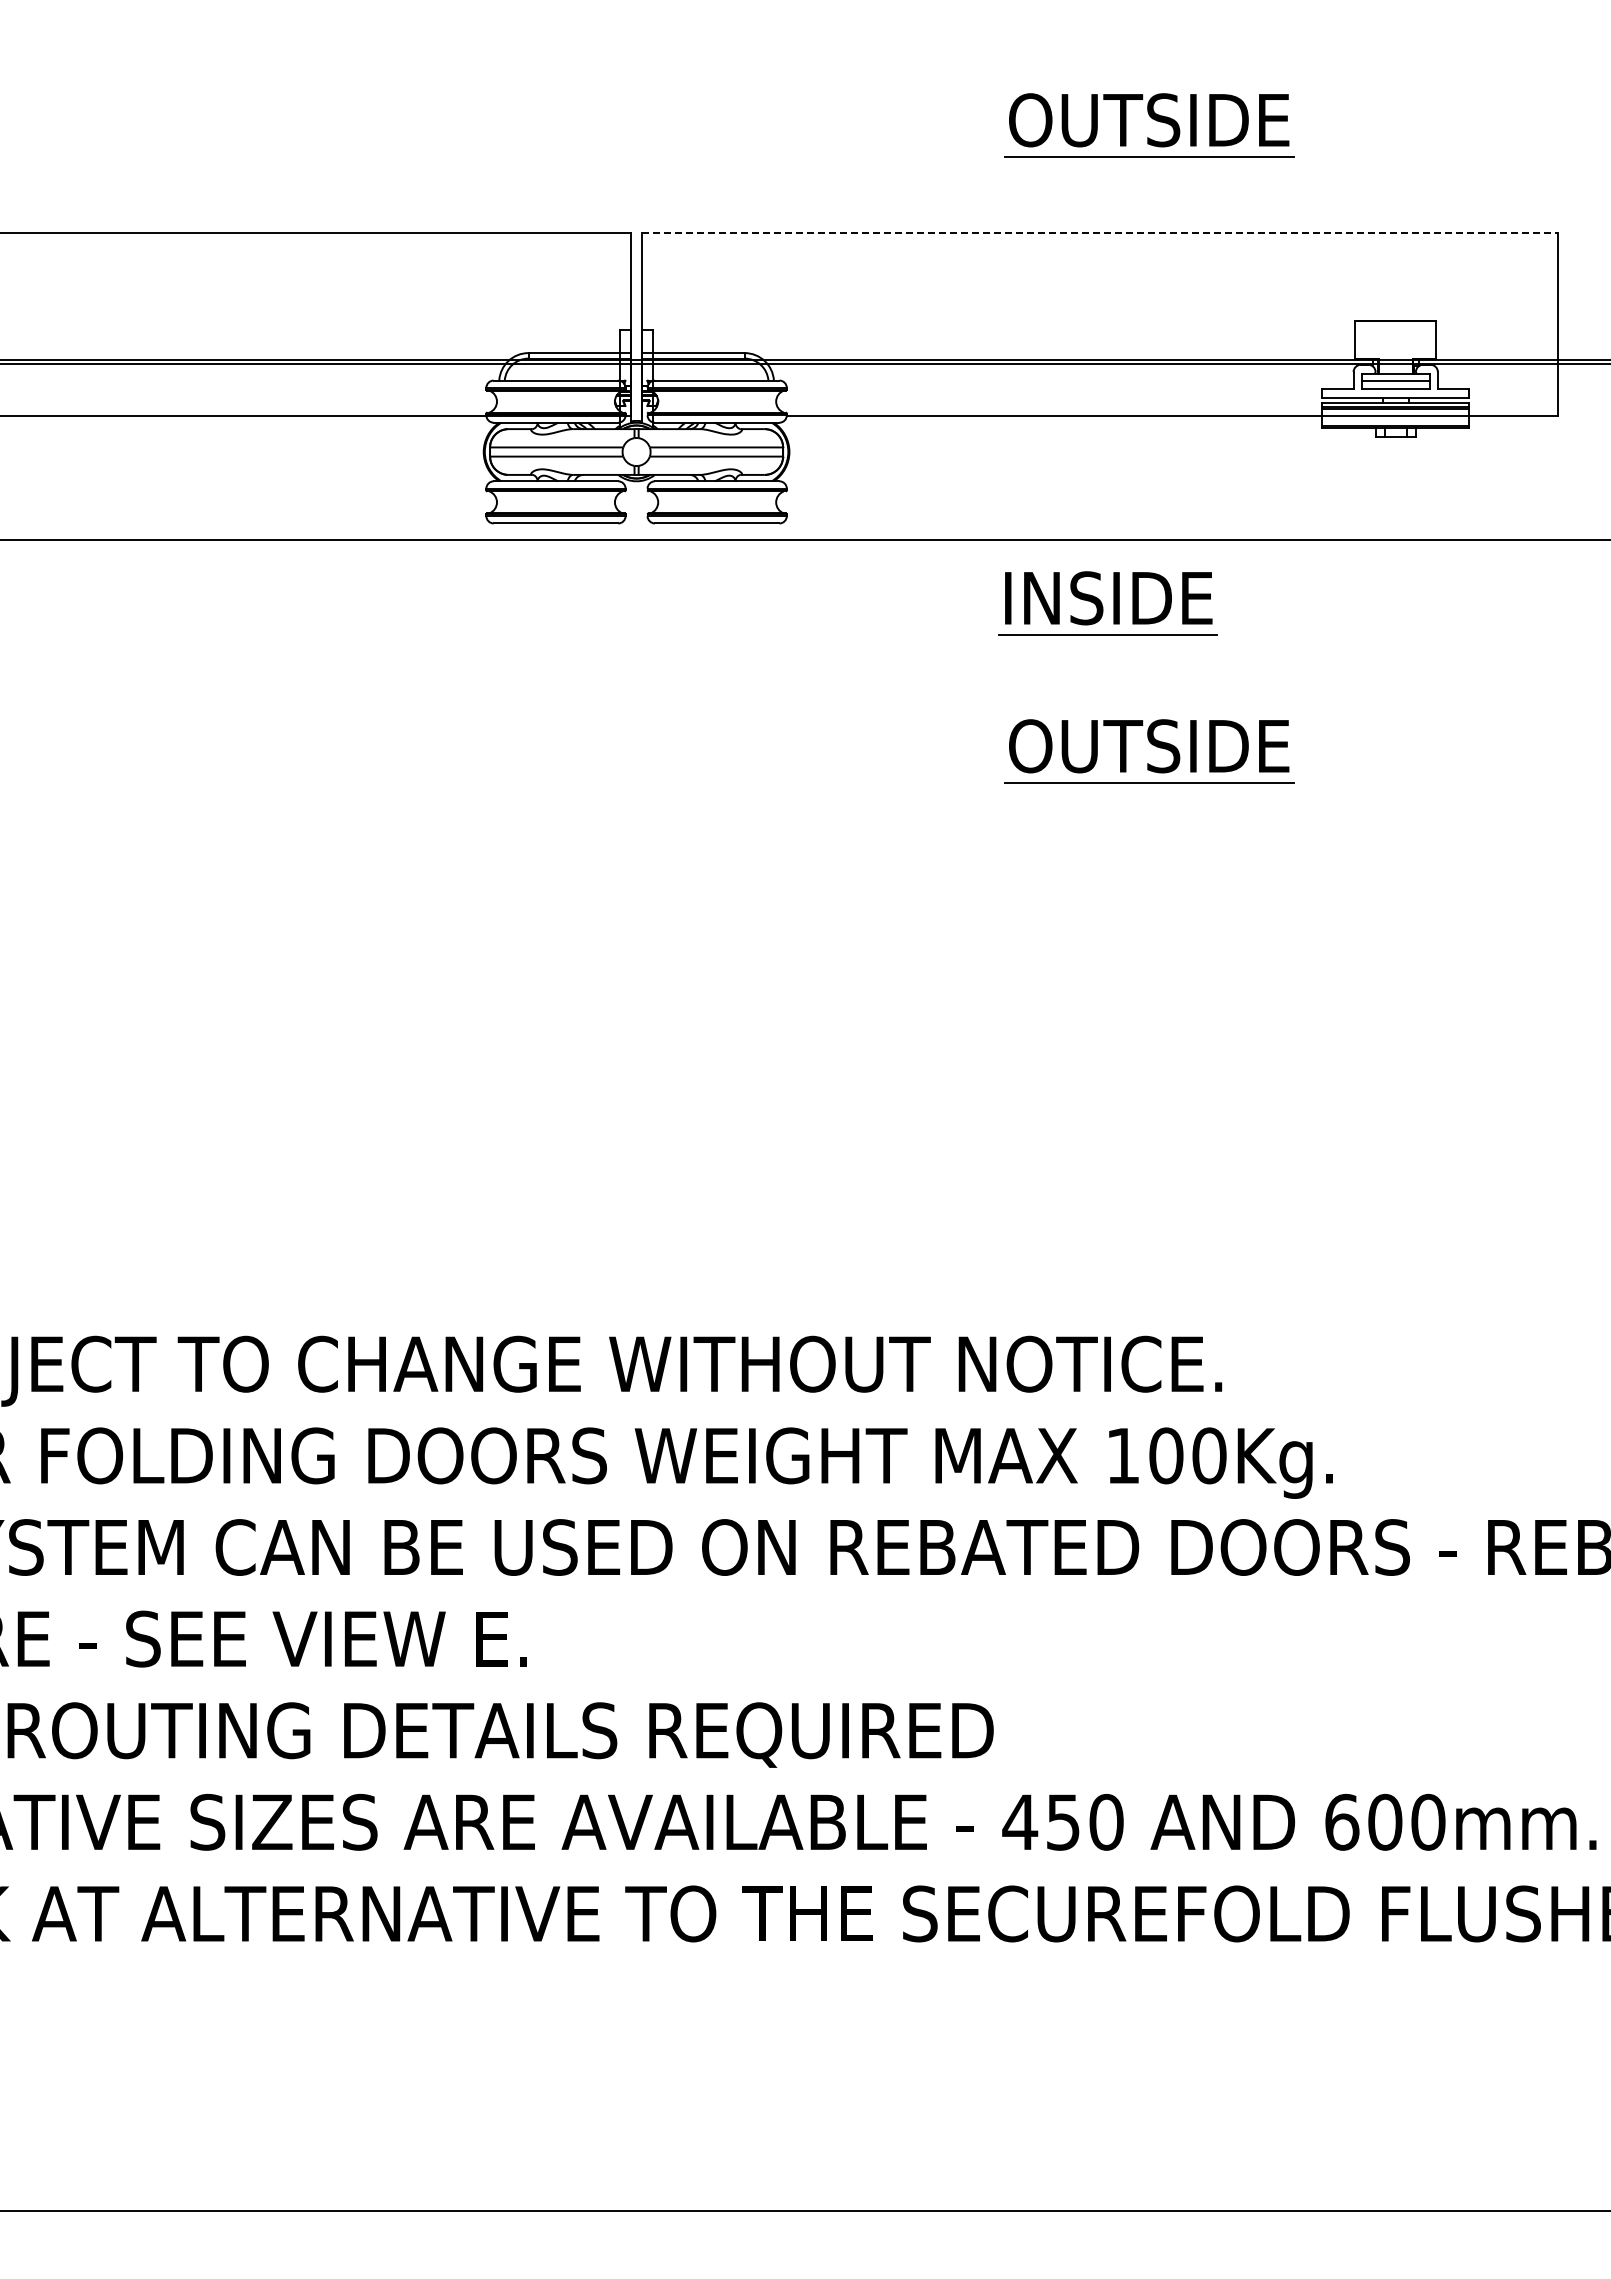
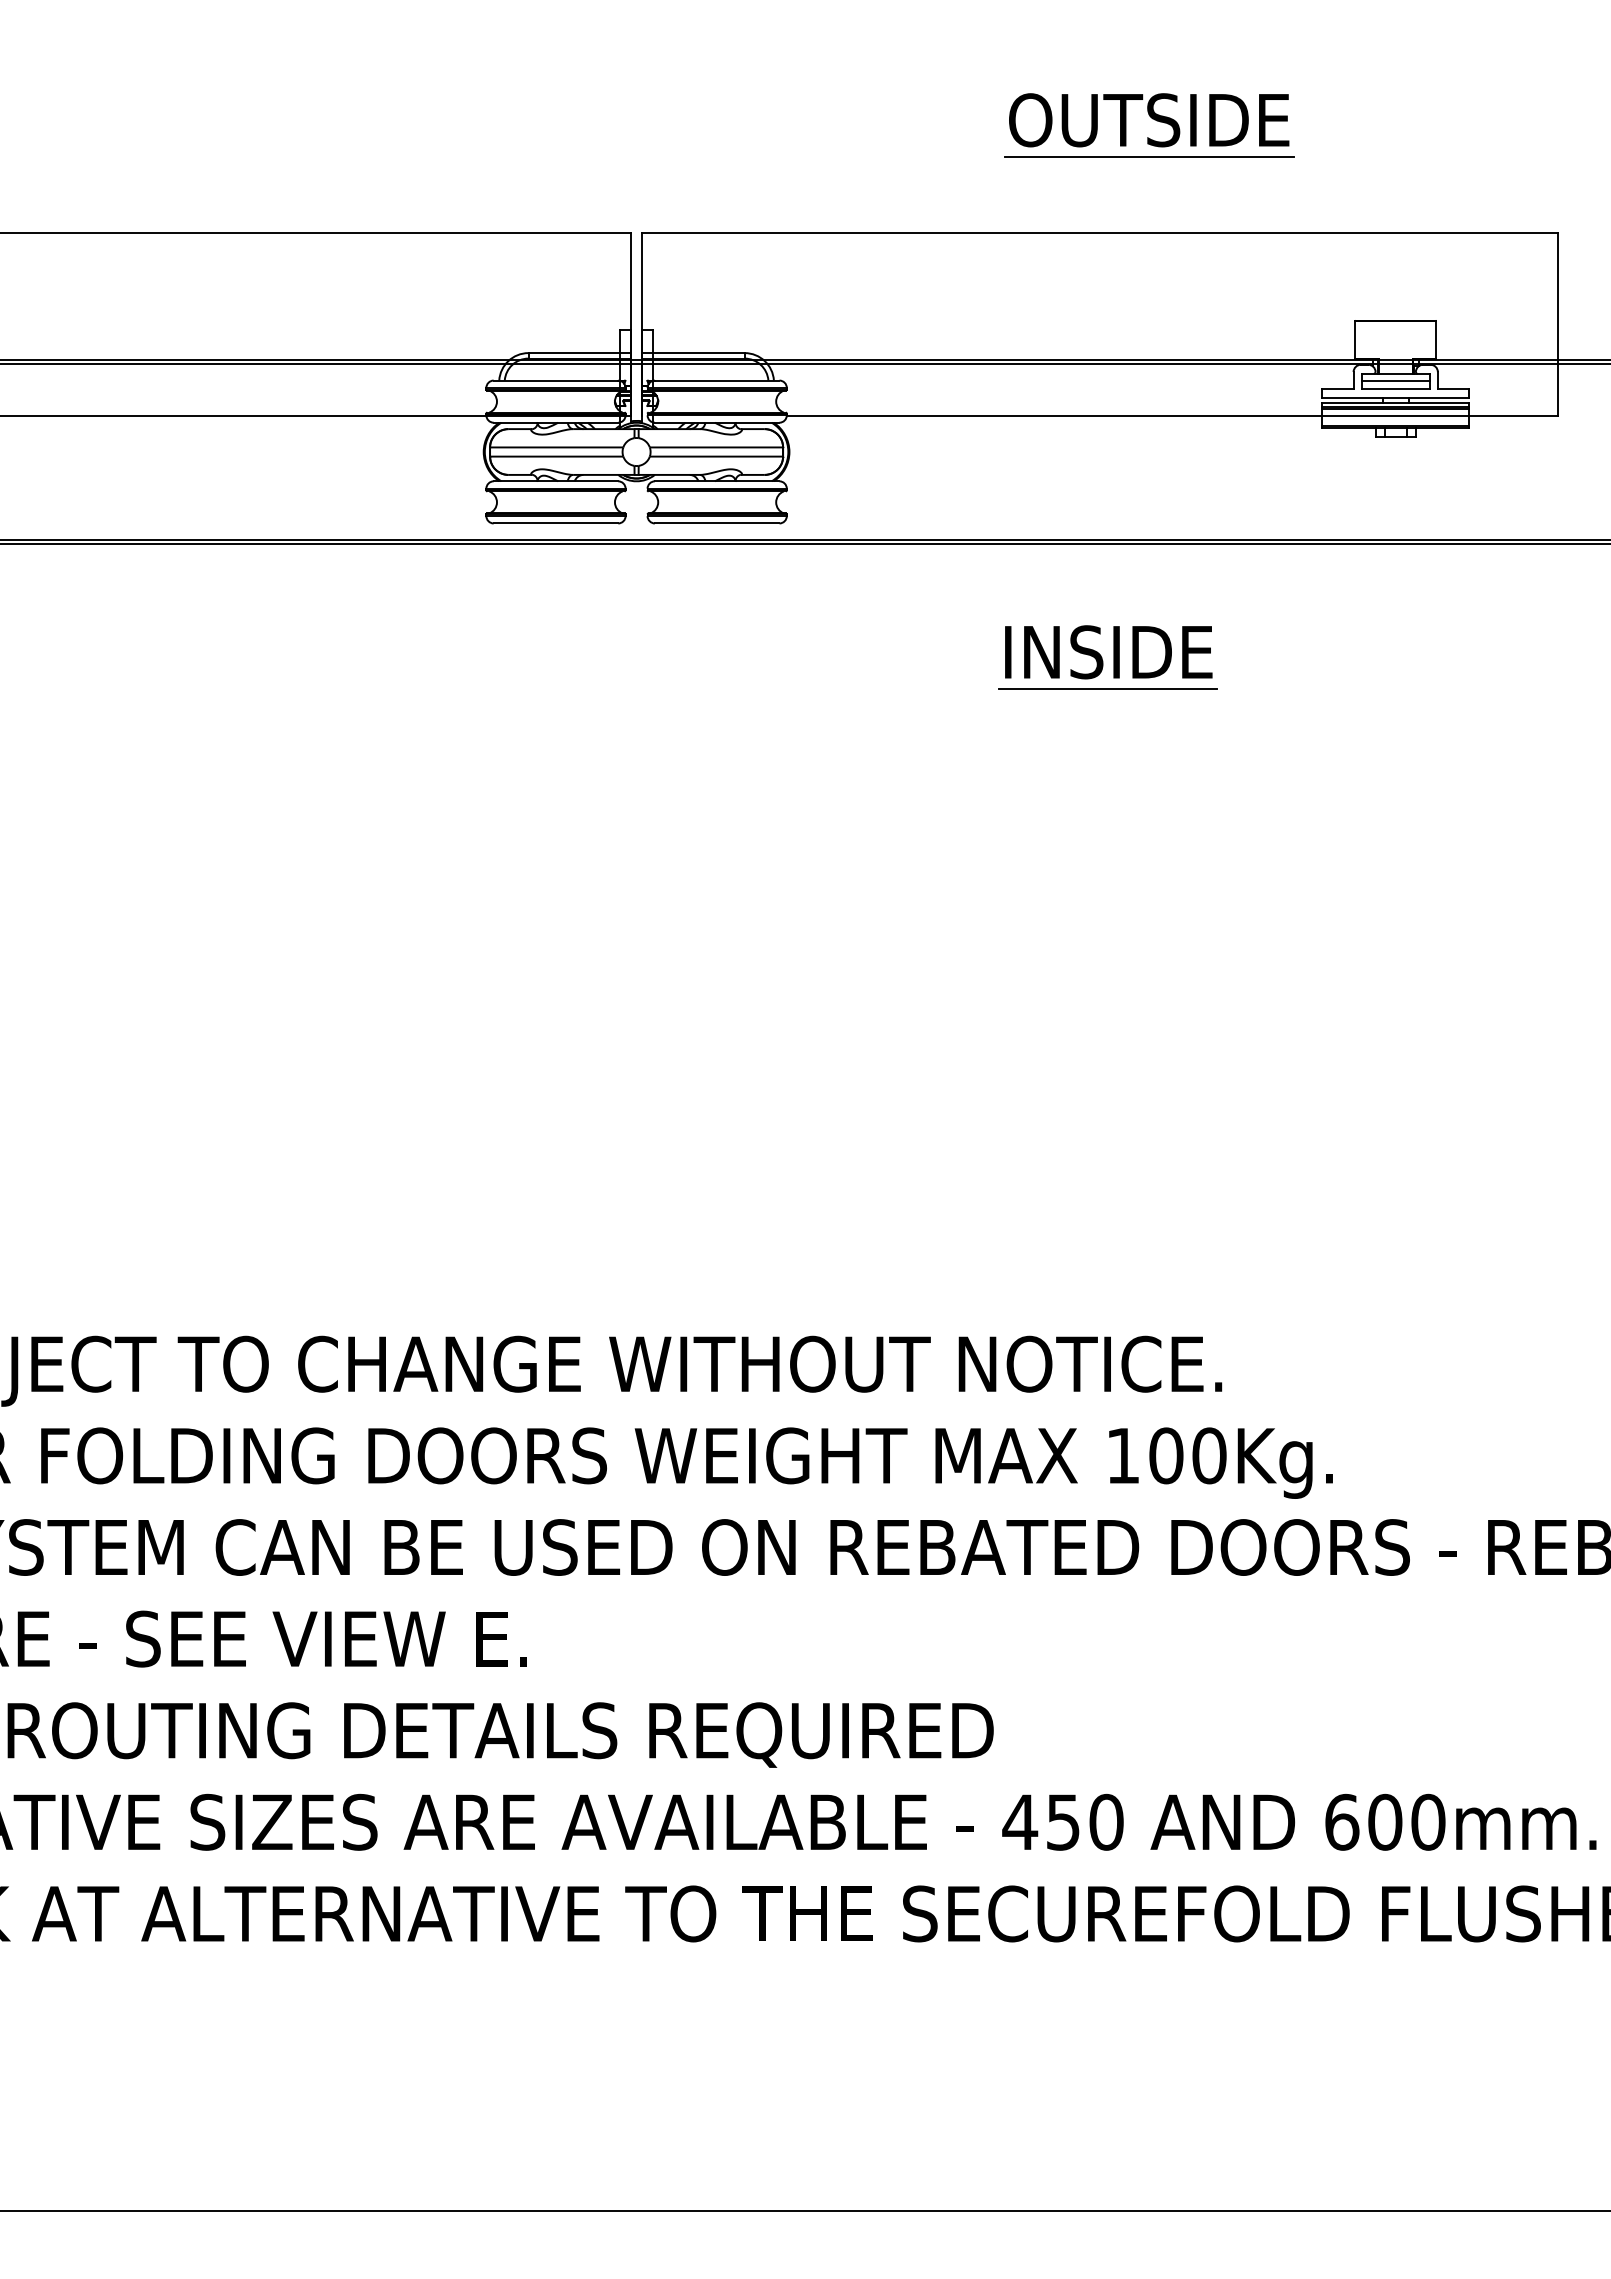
line at (1099, 232): dashed -> solid
line at (804, 543): none -> present
part at (1107, 603) position: (1107, 603) -> (1107, 657)
part at (1152, 745): present -> none
